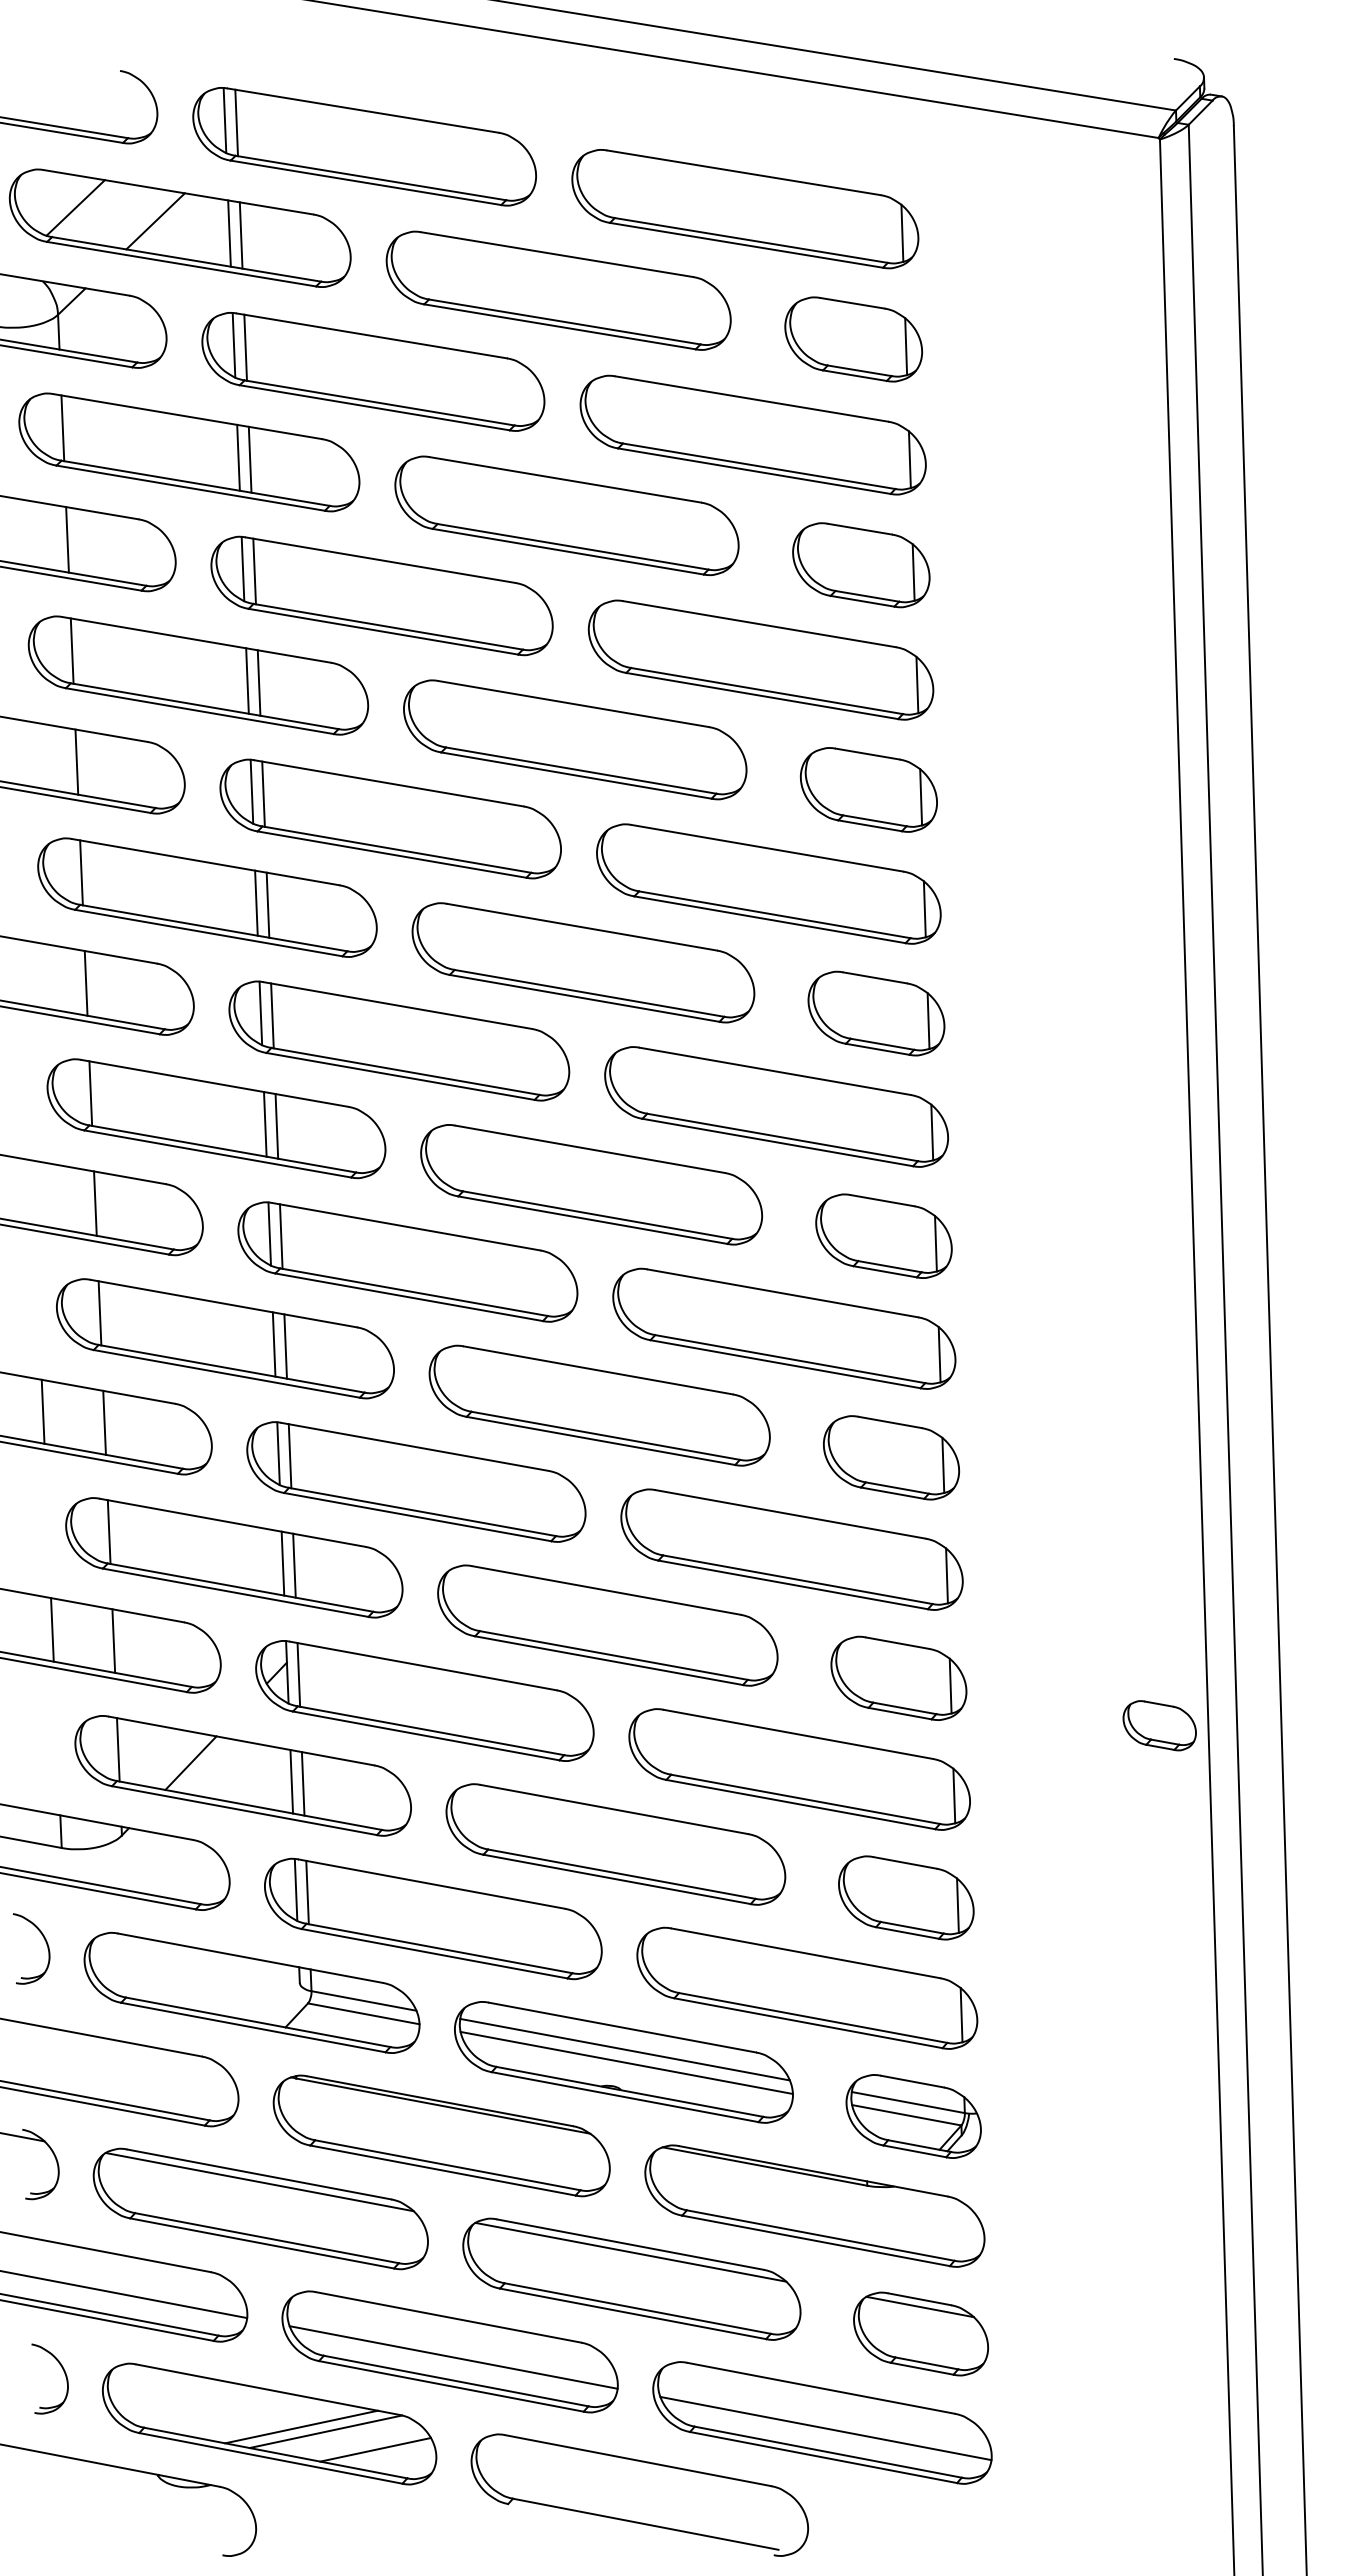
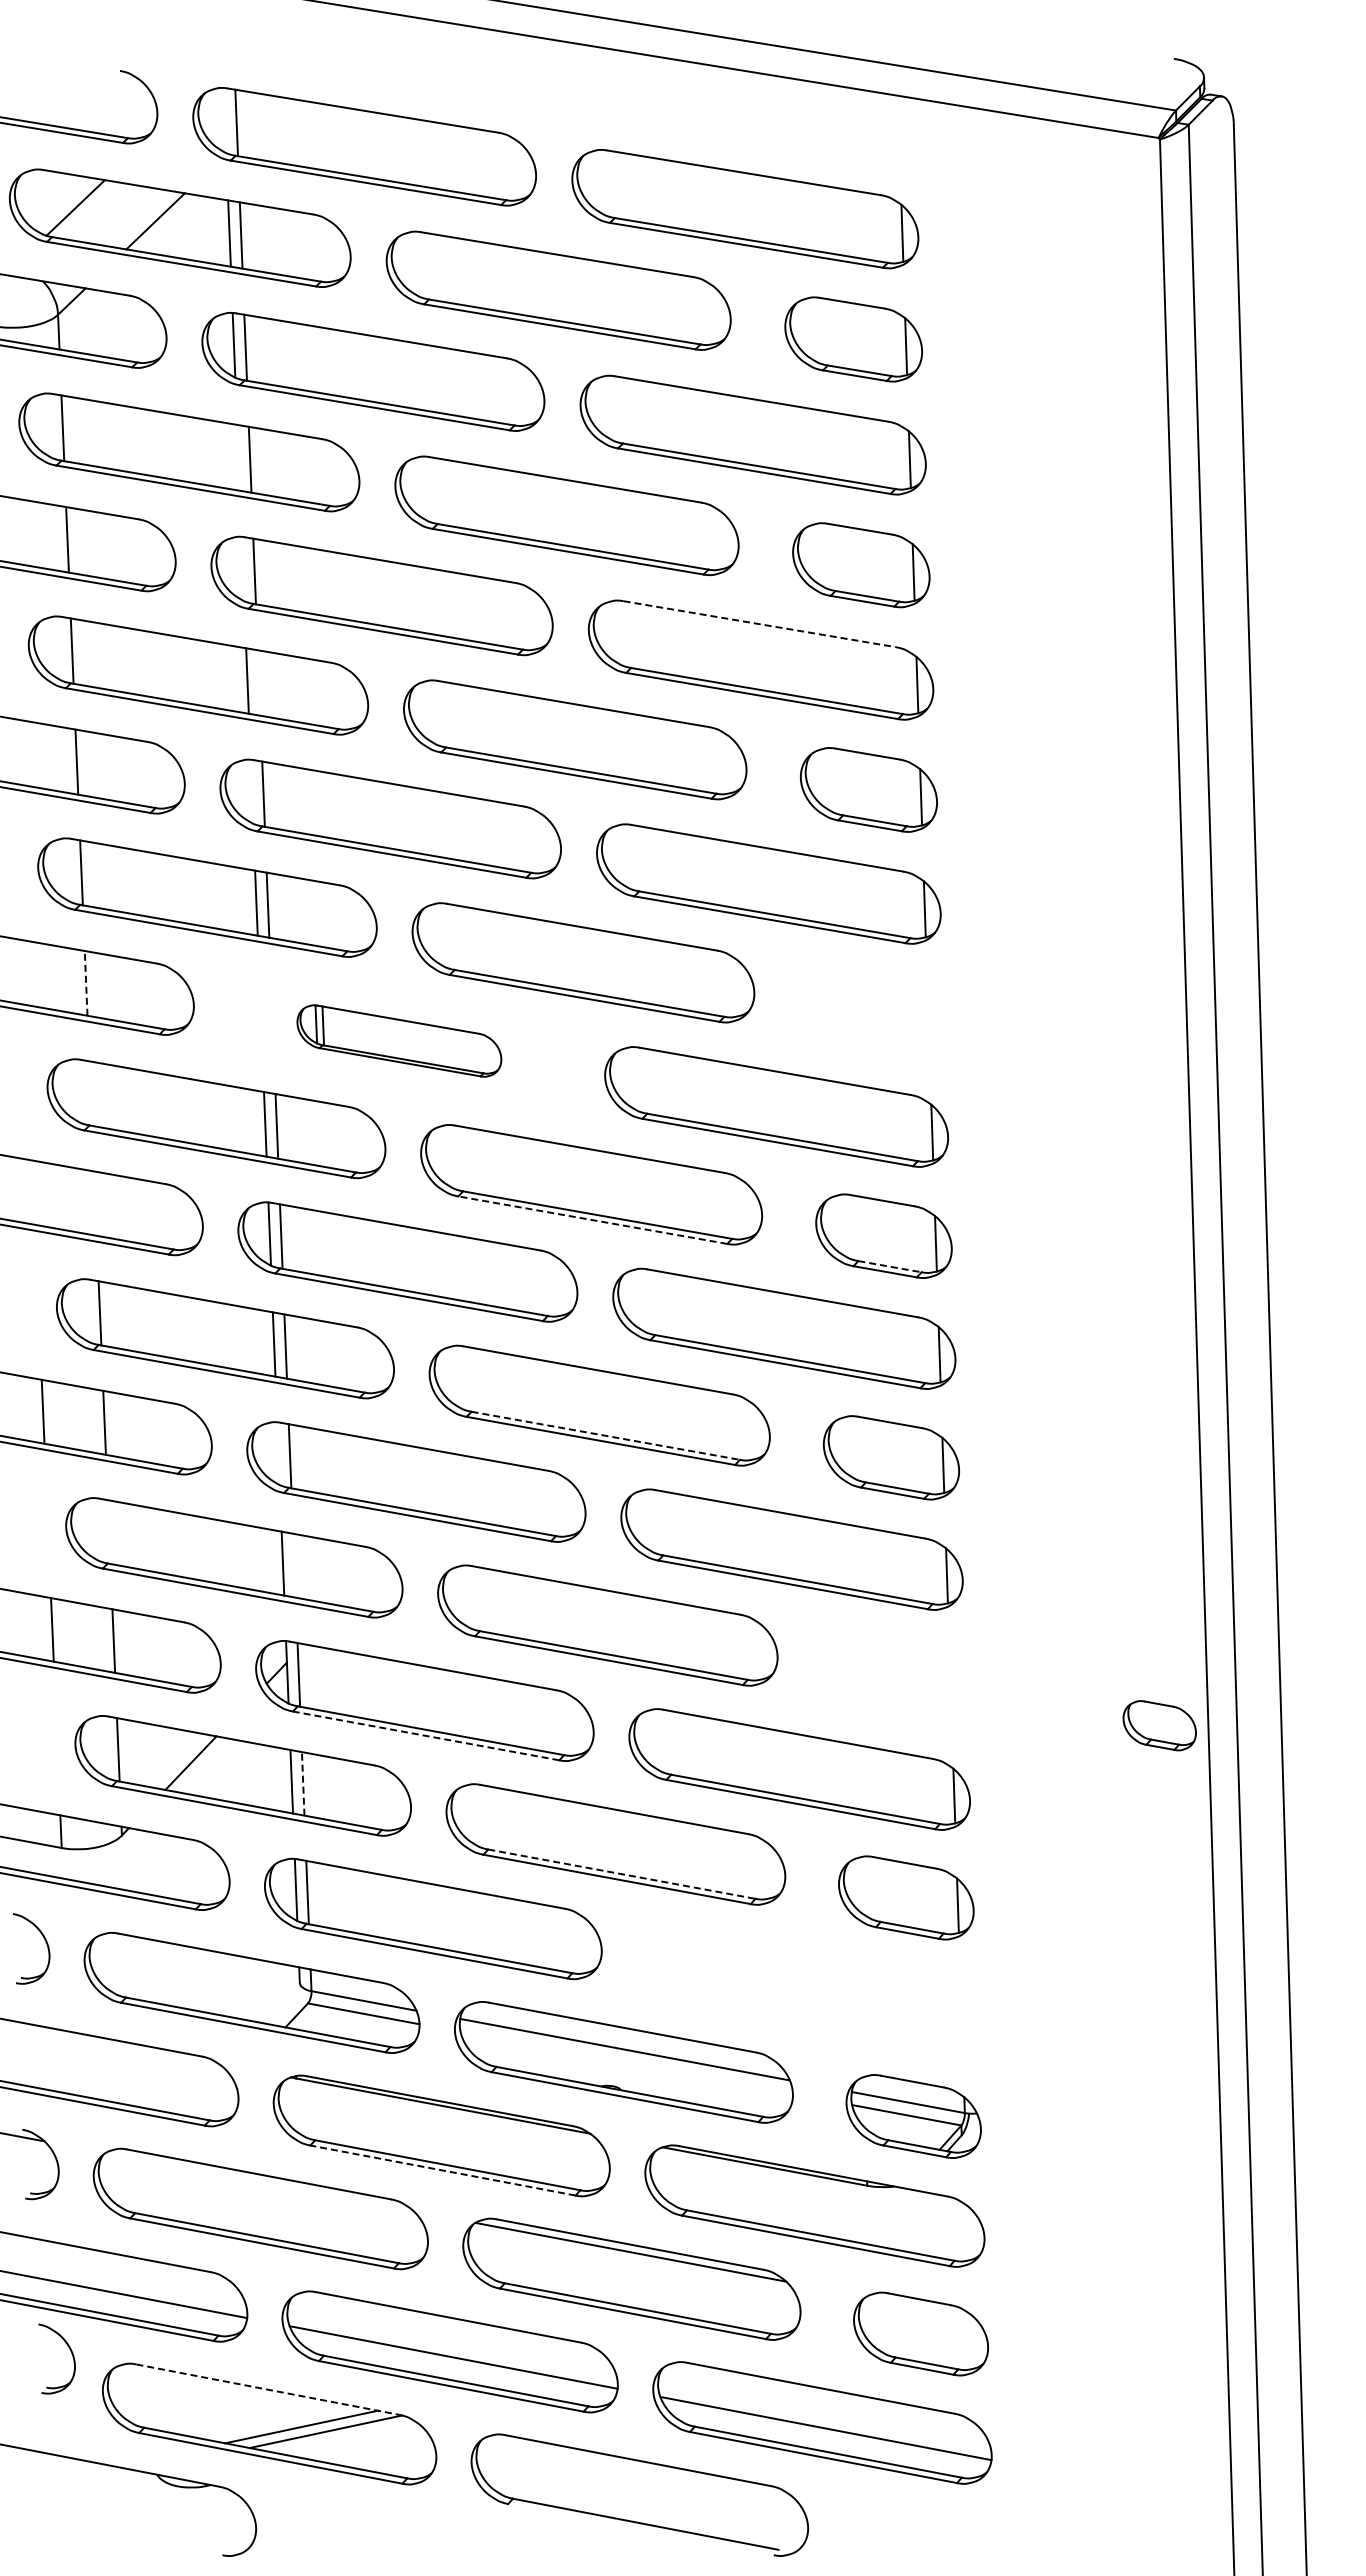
line at (224, 120): present -> none
line at (238, 457): present -> none
line at (242, 568): present -> none
line at (759, 624): solid -> dashed
line at (258, 682): present -> none
line at (251, 791): present -> none
line at (86, 982): solid -> dashed
part at (876, 1013): present -> none
part at (399, 1040) size: 343x122 px -> 207x74 px
line at (90, 1093): present -> none
line at (95, 1203): present -> none
line at (592, 1220): solid -> dashed
line at (890, 1266): solid -> dashed
line at (606, 1435): solid -> dashed
line at (278, 1453): present -> none
line at (108, 1532): present -> none
line at (294, 1565): present -> none
part at (898, 1677): present -> none
line at (425, 1735): solid -> dashed
line at (303, 1783): solid -> dashed
line at (621, 1874): solid -> dashed
part at (807, 1987): present -> none
line at (626, 2062): present -> none
line at (442, 2170): solid -> dashed
line at (259, 2181): present -> none
line at (919, 2306): present -> none
part at (64, 2374) position: (64, 2374) -> (71, 2354)
line at (268, 2389): solid -> dashed
line at (375, 2449): present -> none
